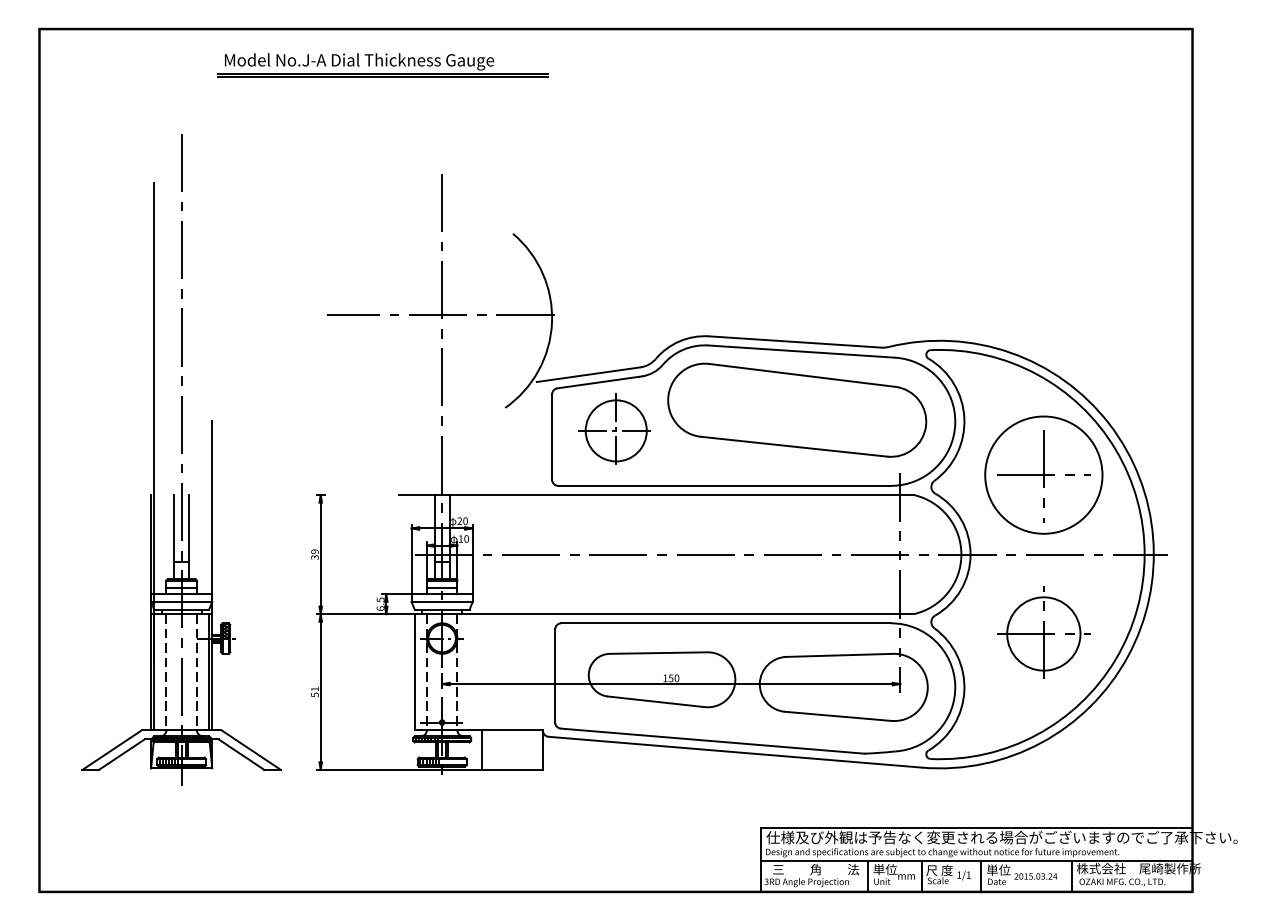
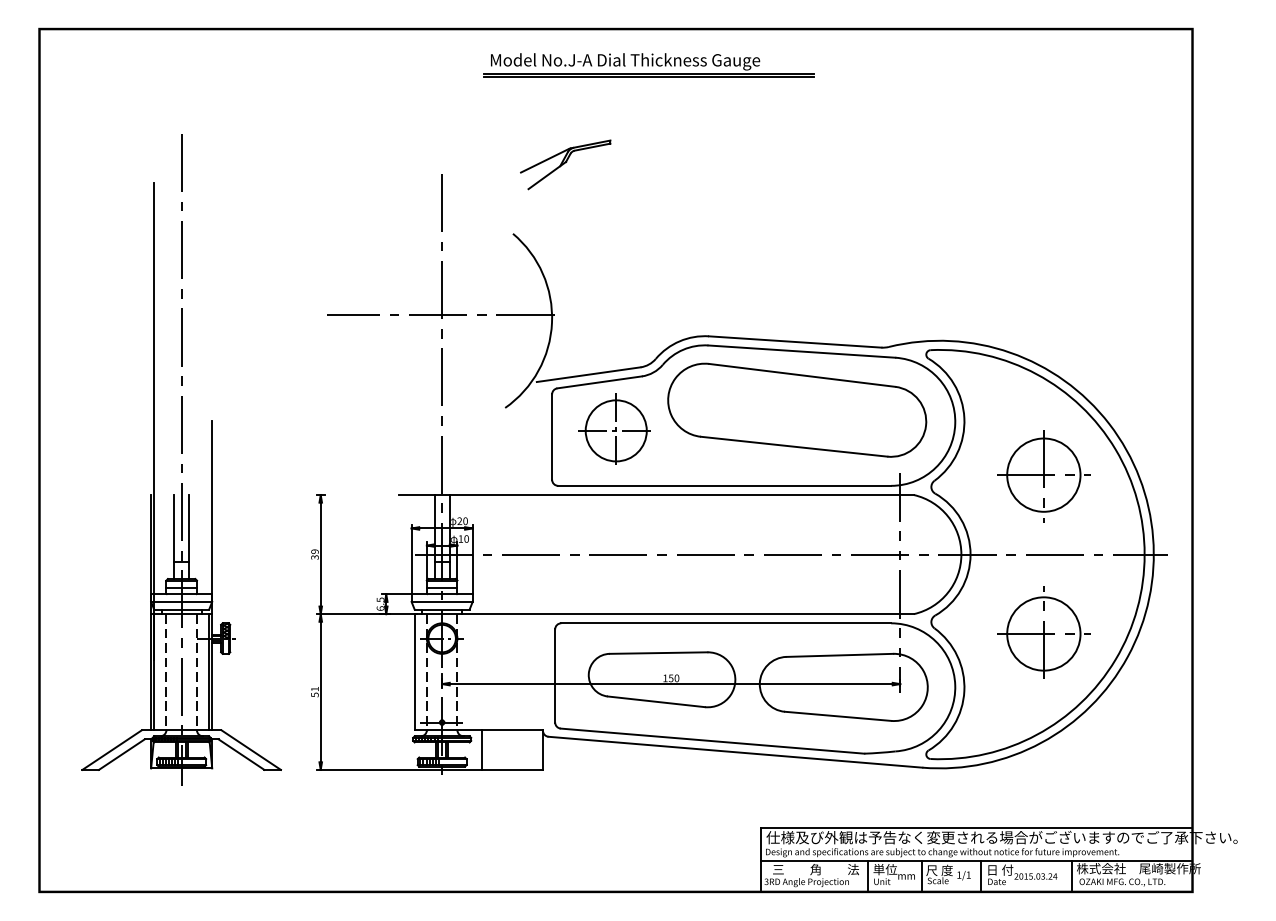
part at (382, 65) position: (382, 65) -> (648, 65)
part at (565, 164): none -> present
circle at (1043, 474) diameter: 117 px -> 73 px
text at (999, 869): 単位 -> 日 付
